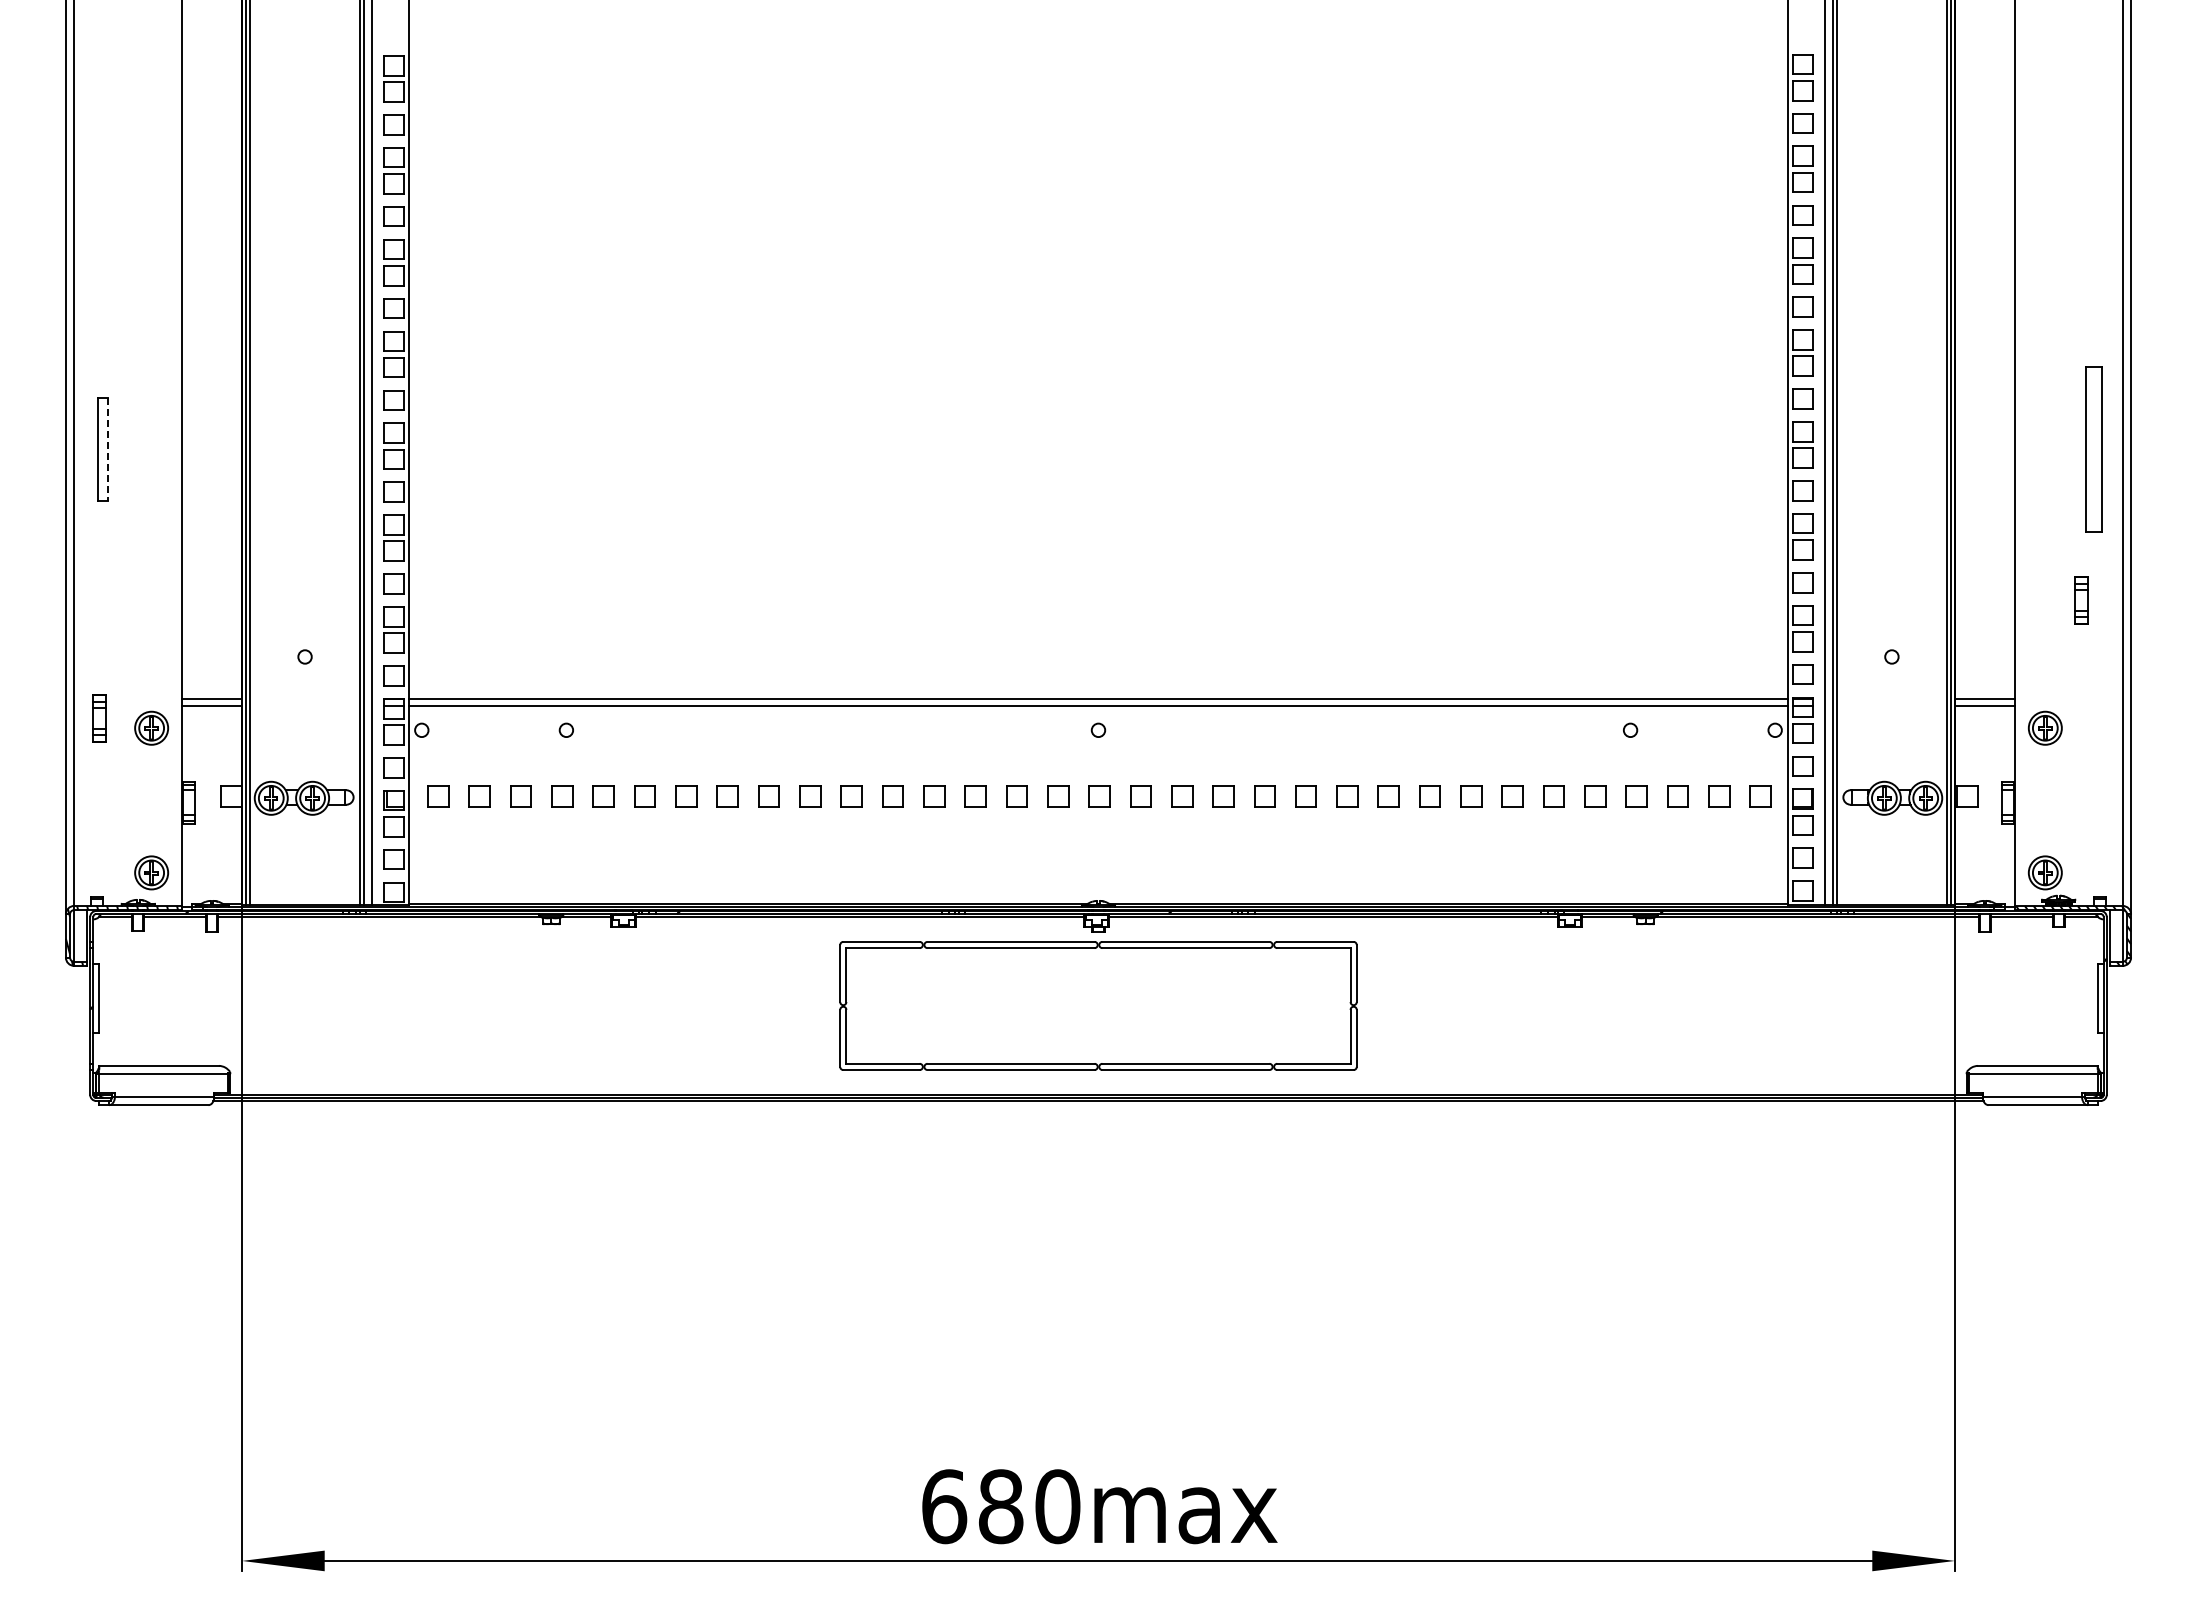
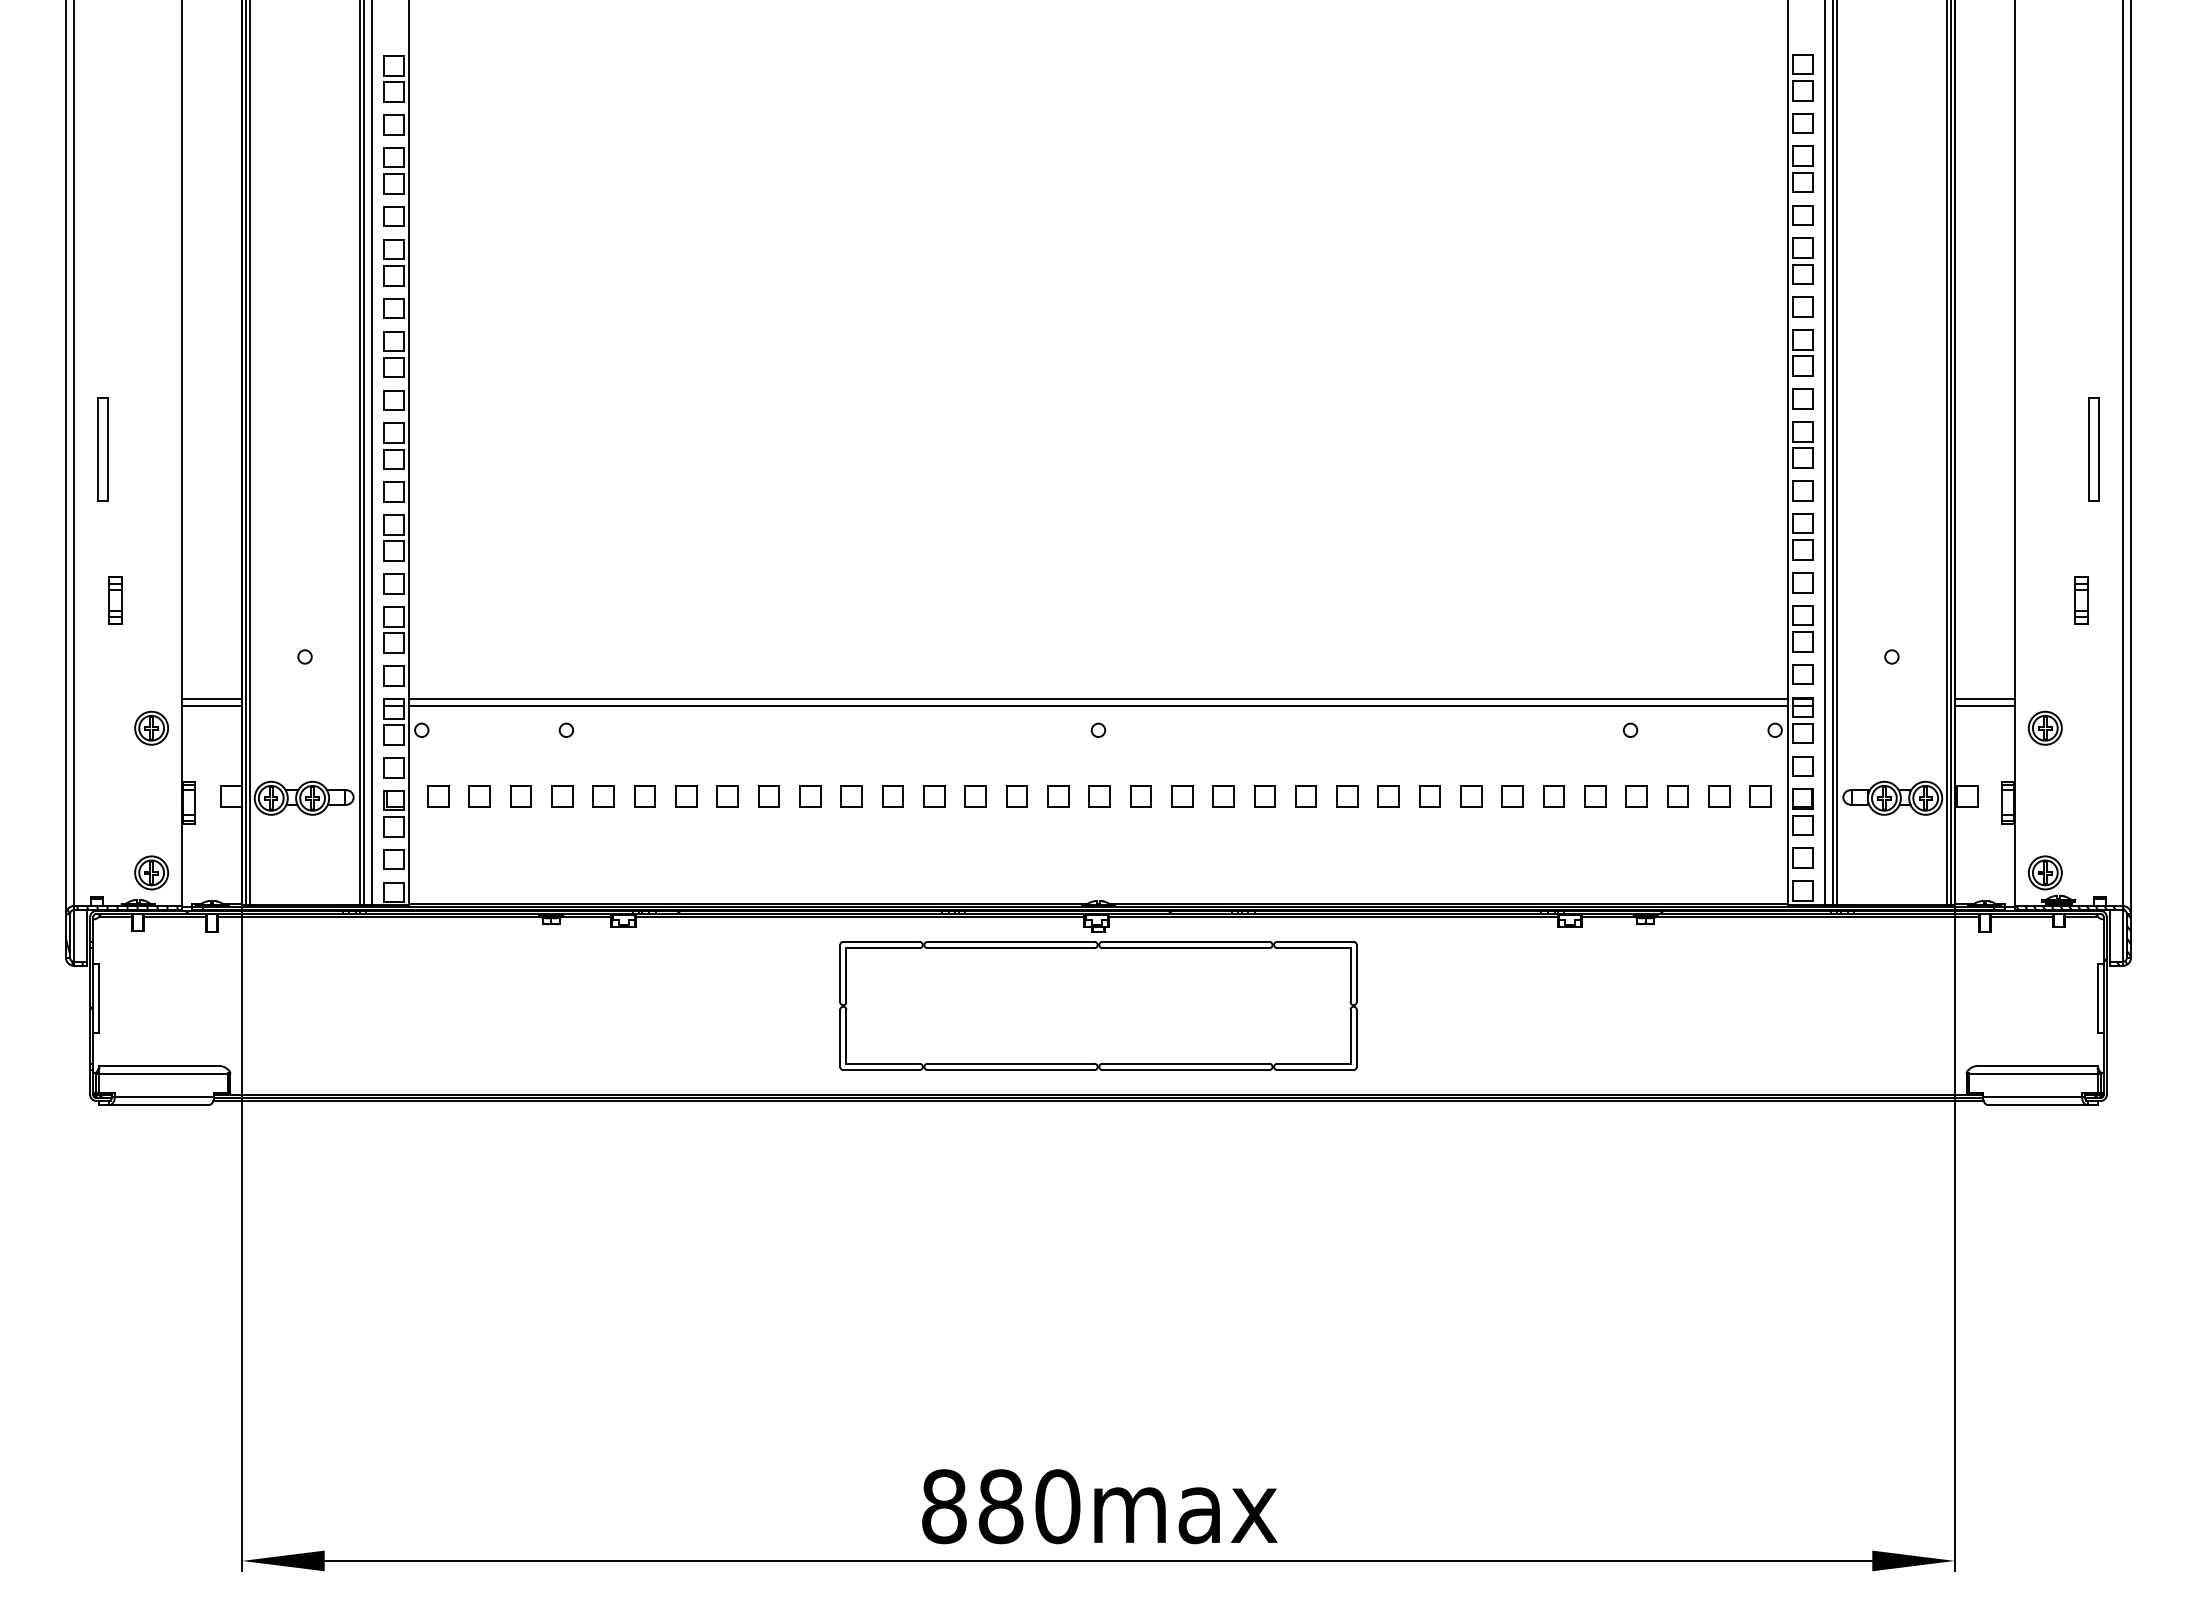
line at (108, 449): dashed -> solid
part at (2093, 449) size: 18x167 px -> 12x105 px
part at (99, 718) position: (99, 718) -> (115, 600)
text at (944, 1506): 680max -> 880max
